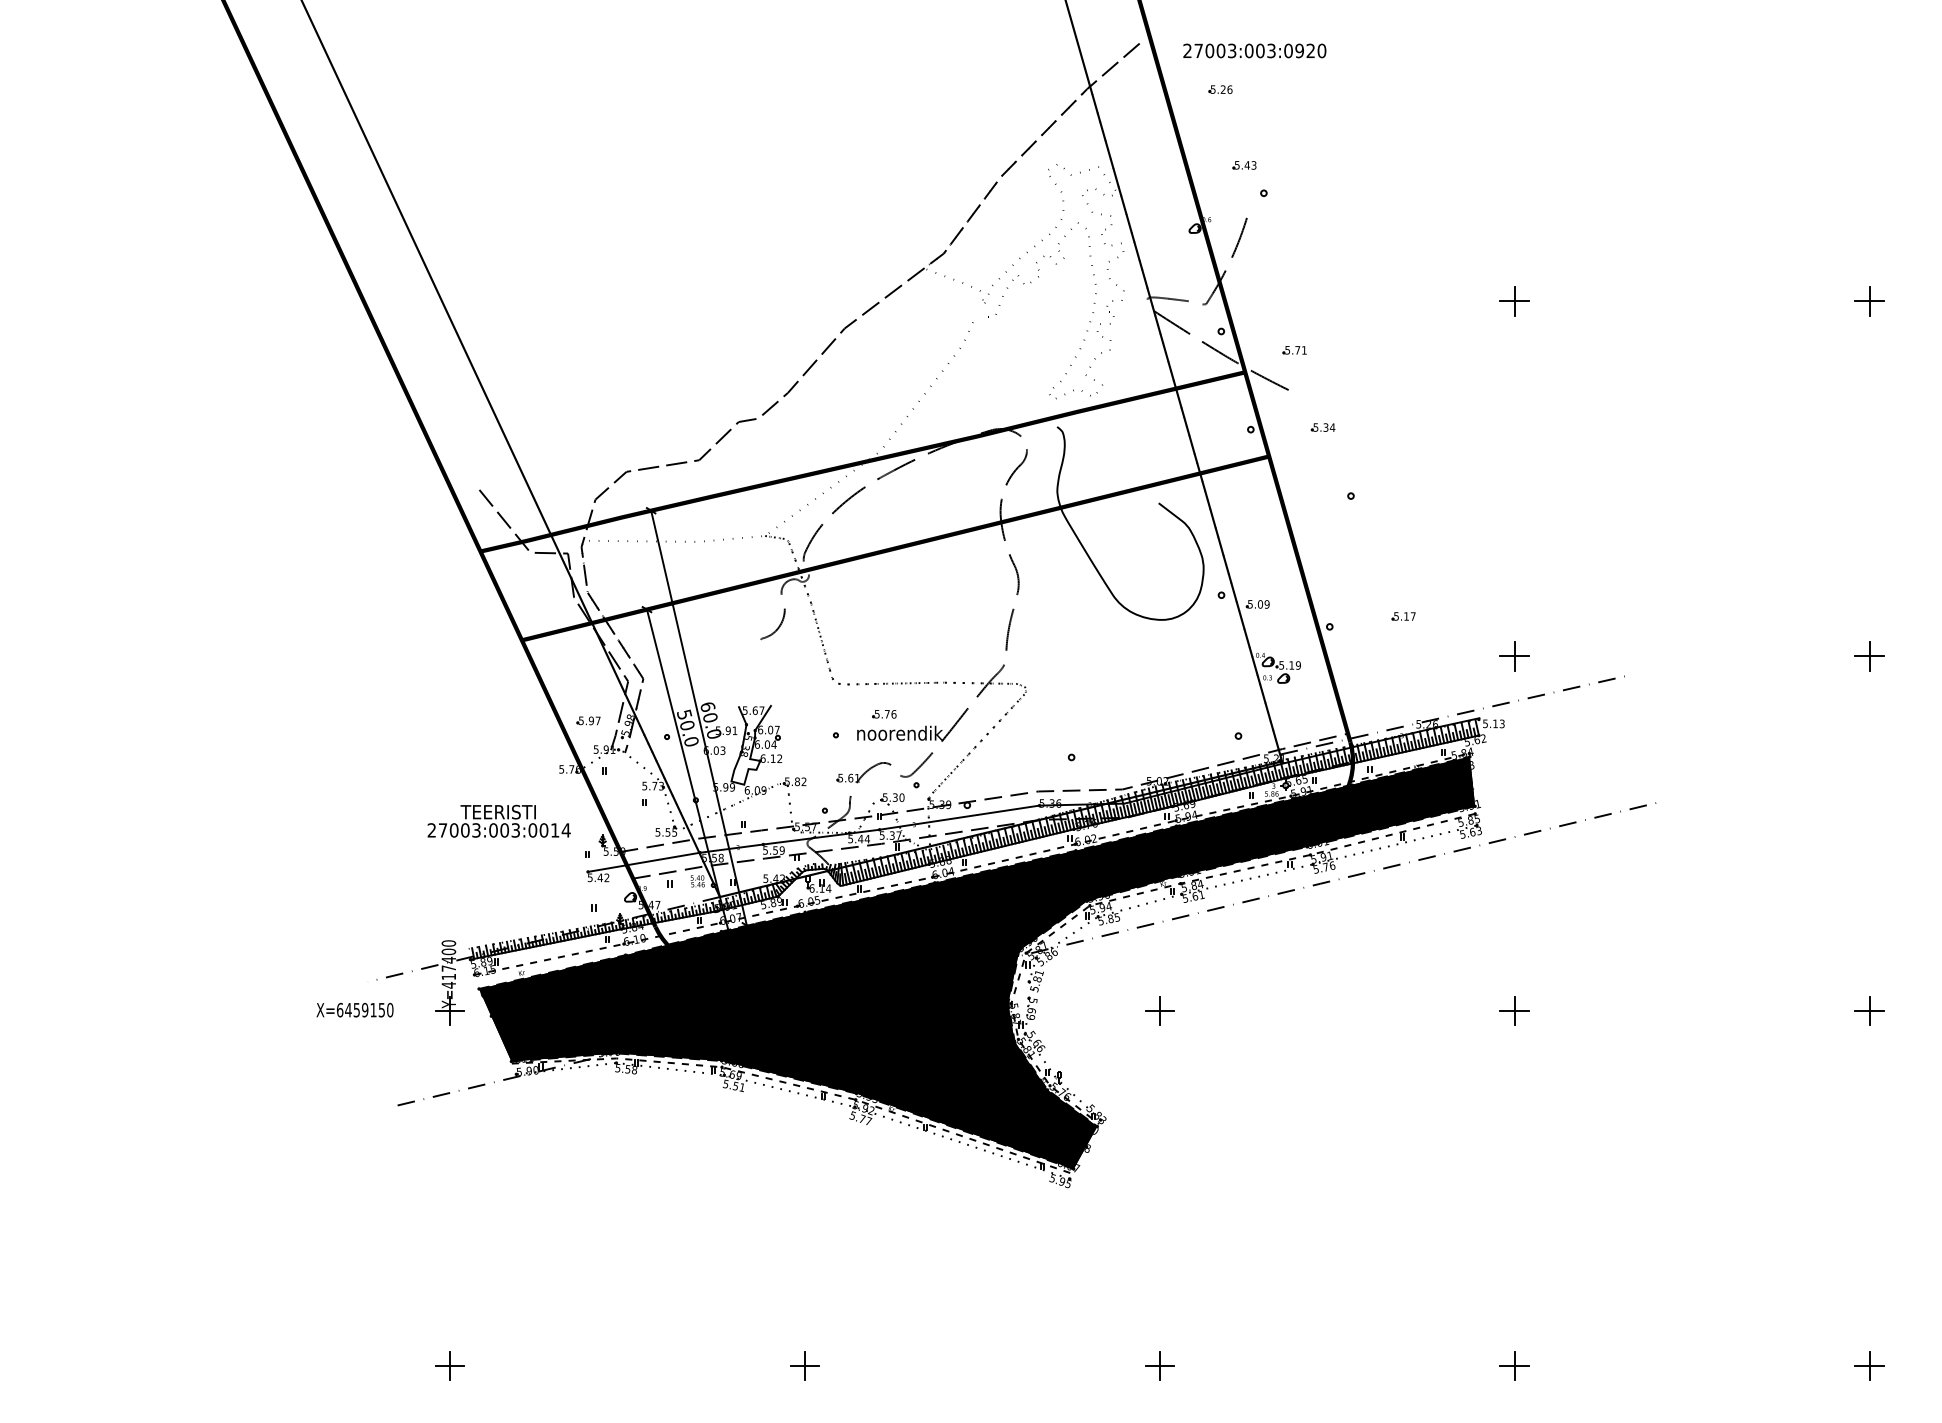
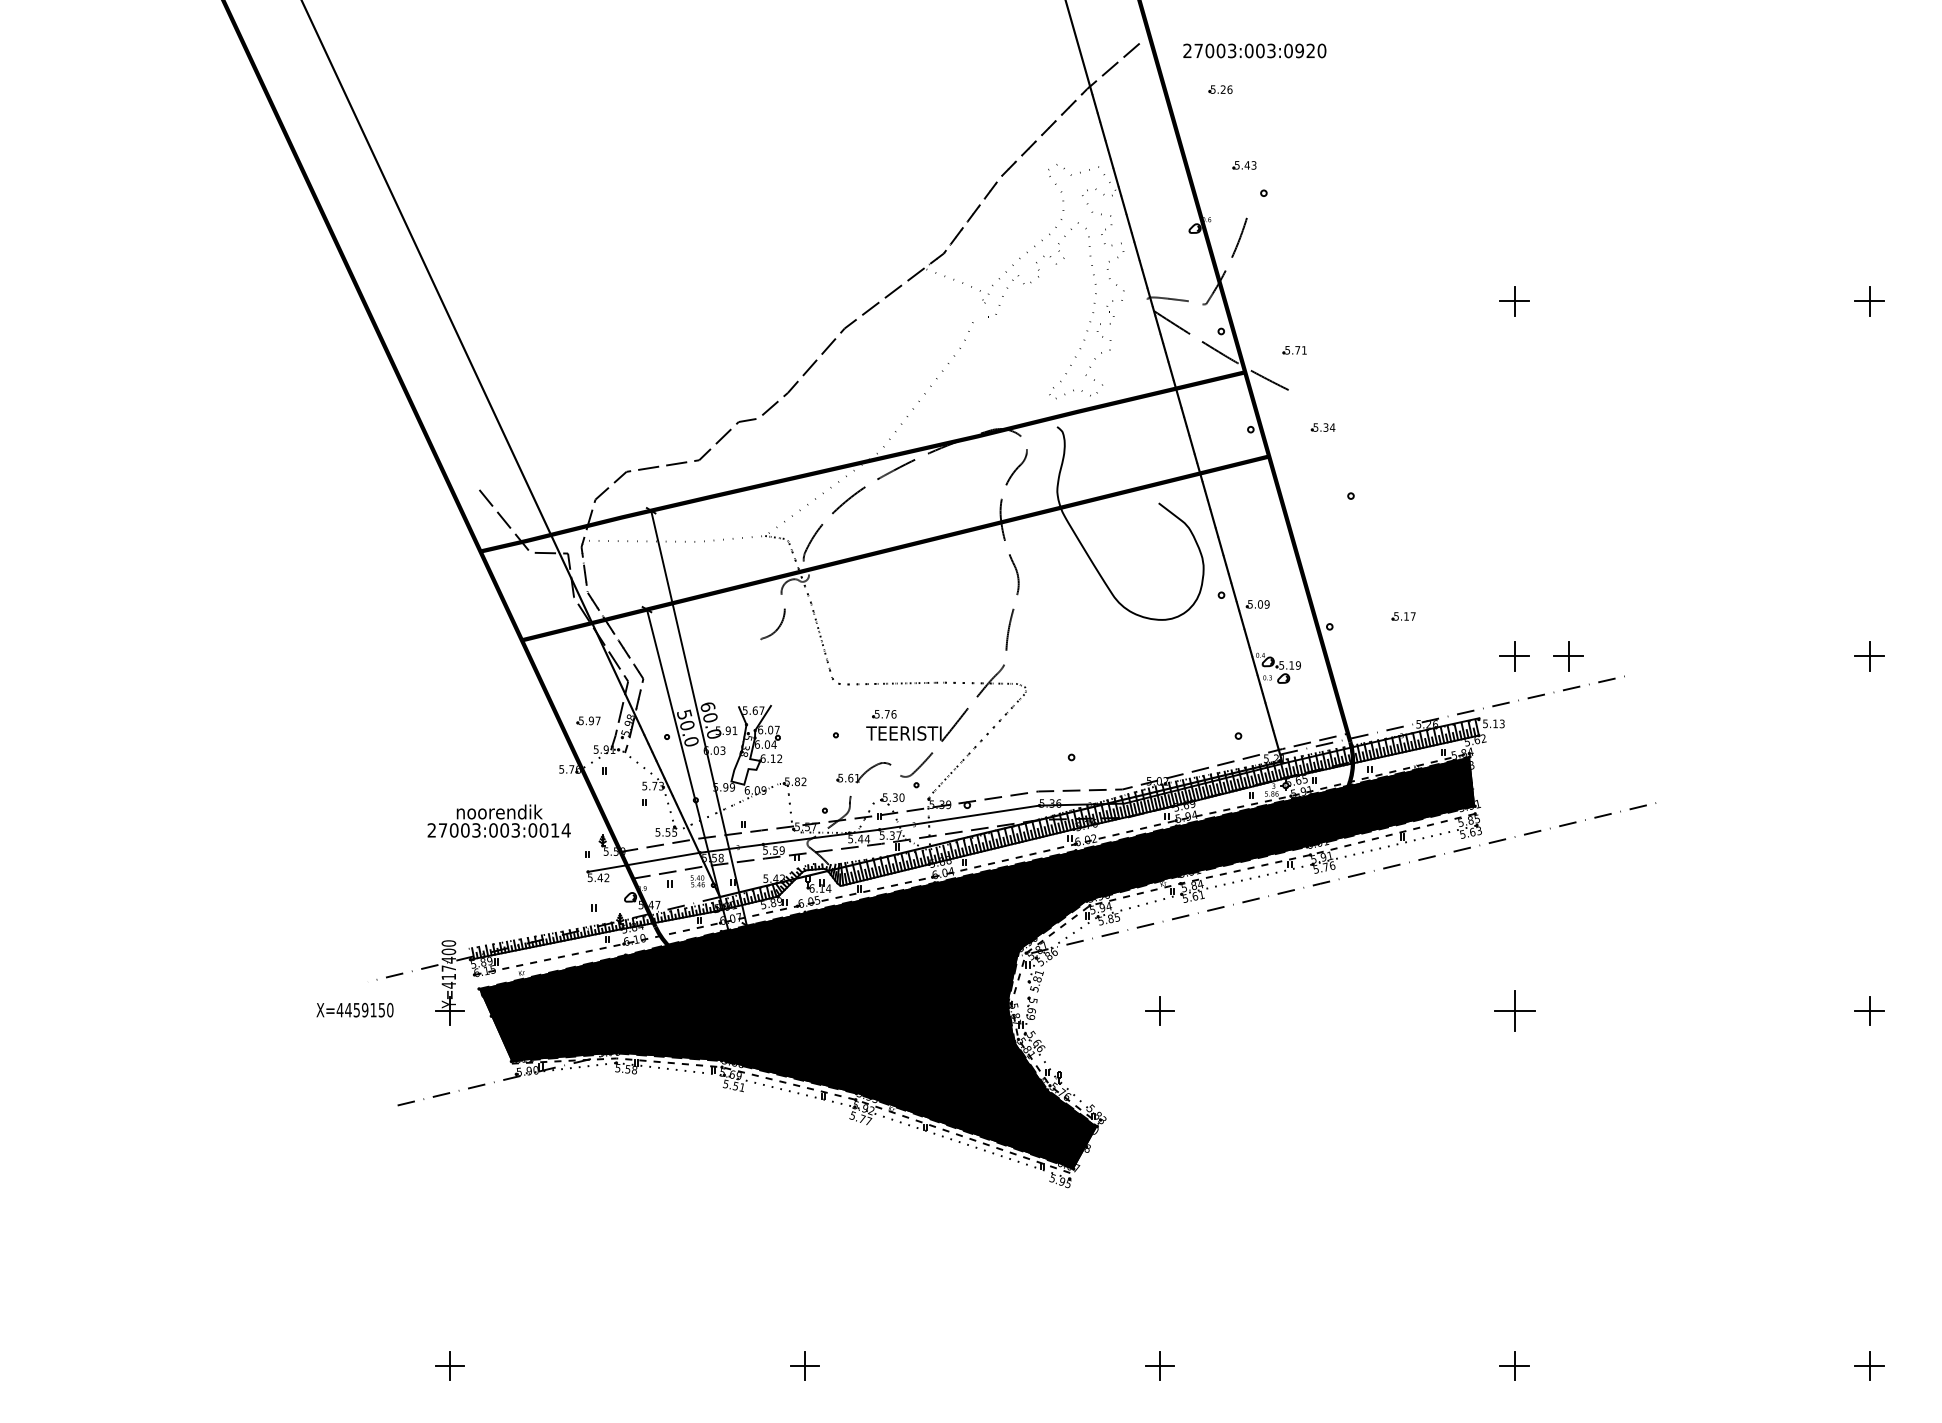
part at (1568, 656): none -> present
text at (899, 732): noorendik -> TEERISTI
text at (499, 811): TEERISTI -> noorendik
text at (339, 1009): X=6459150 -> X=4459150
part at (1514, 1010) size: 31x30 px -> 42x42 px
